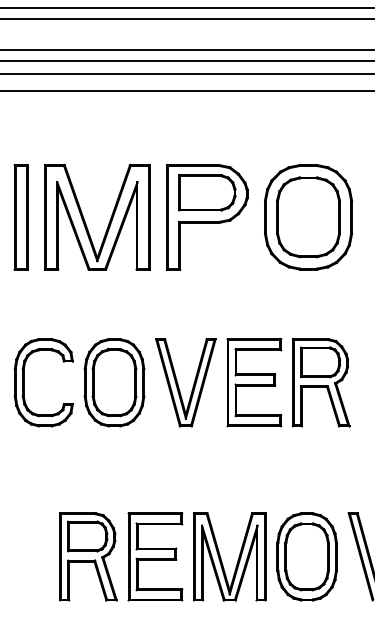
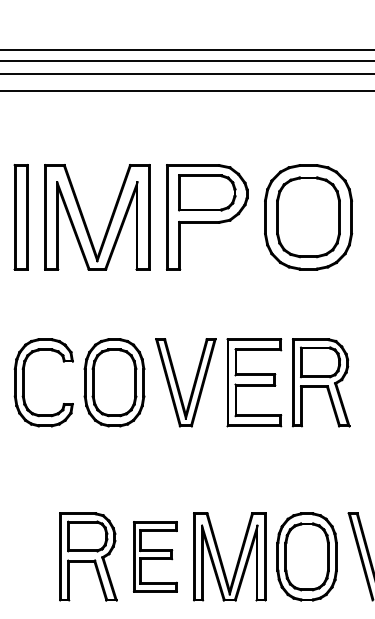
line at (186, 8): present -> none
line at (186, 18): present -> none
part at (155, 556) size: 57x90 px -> 45x72 px
